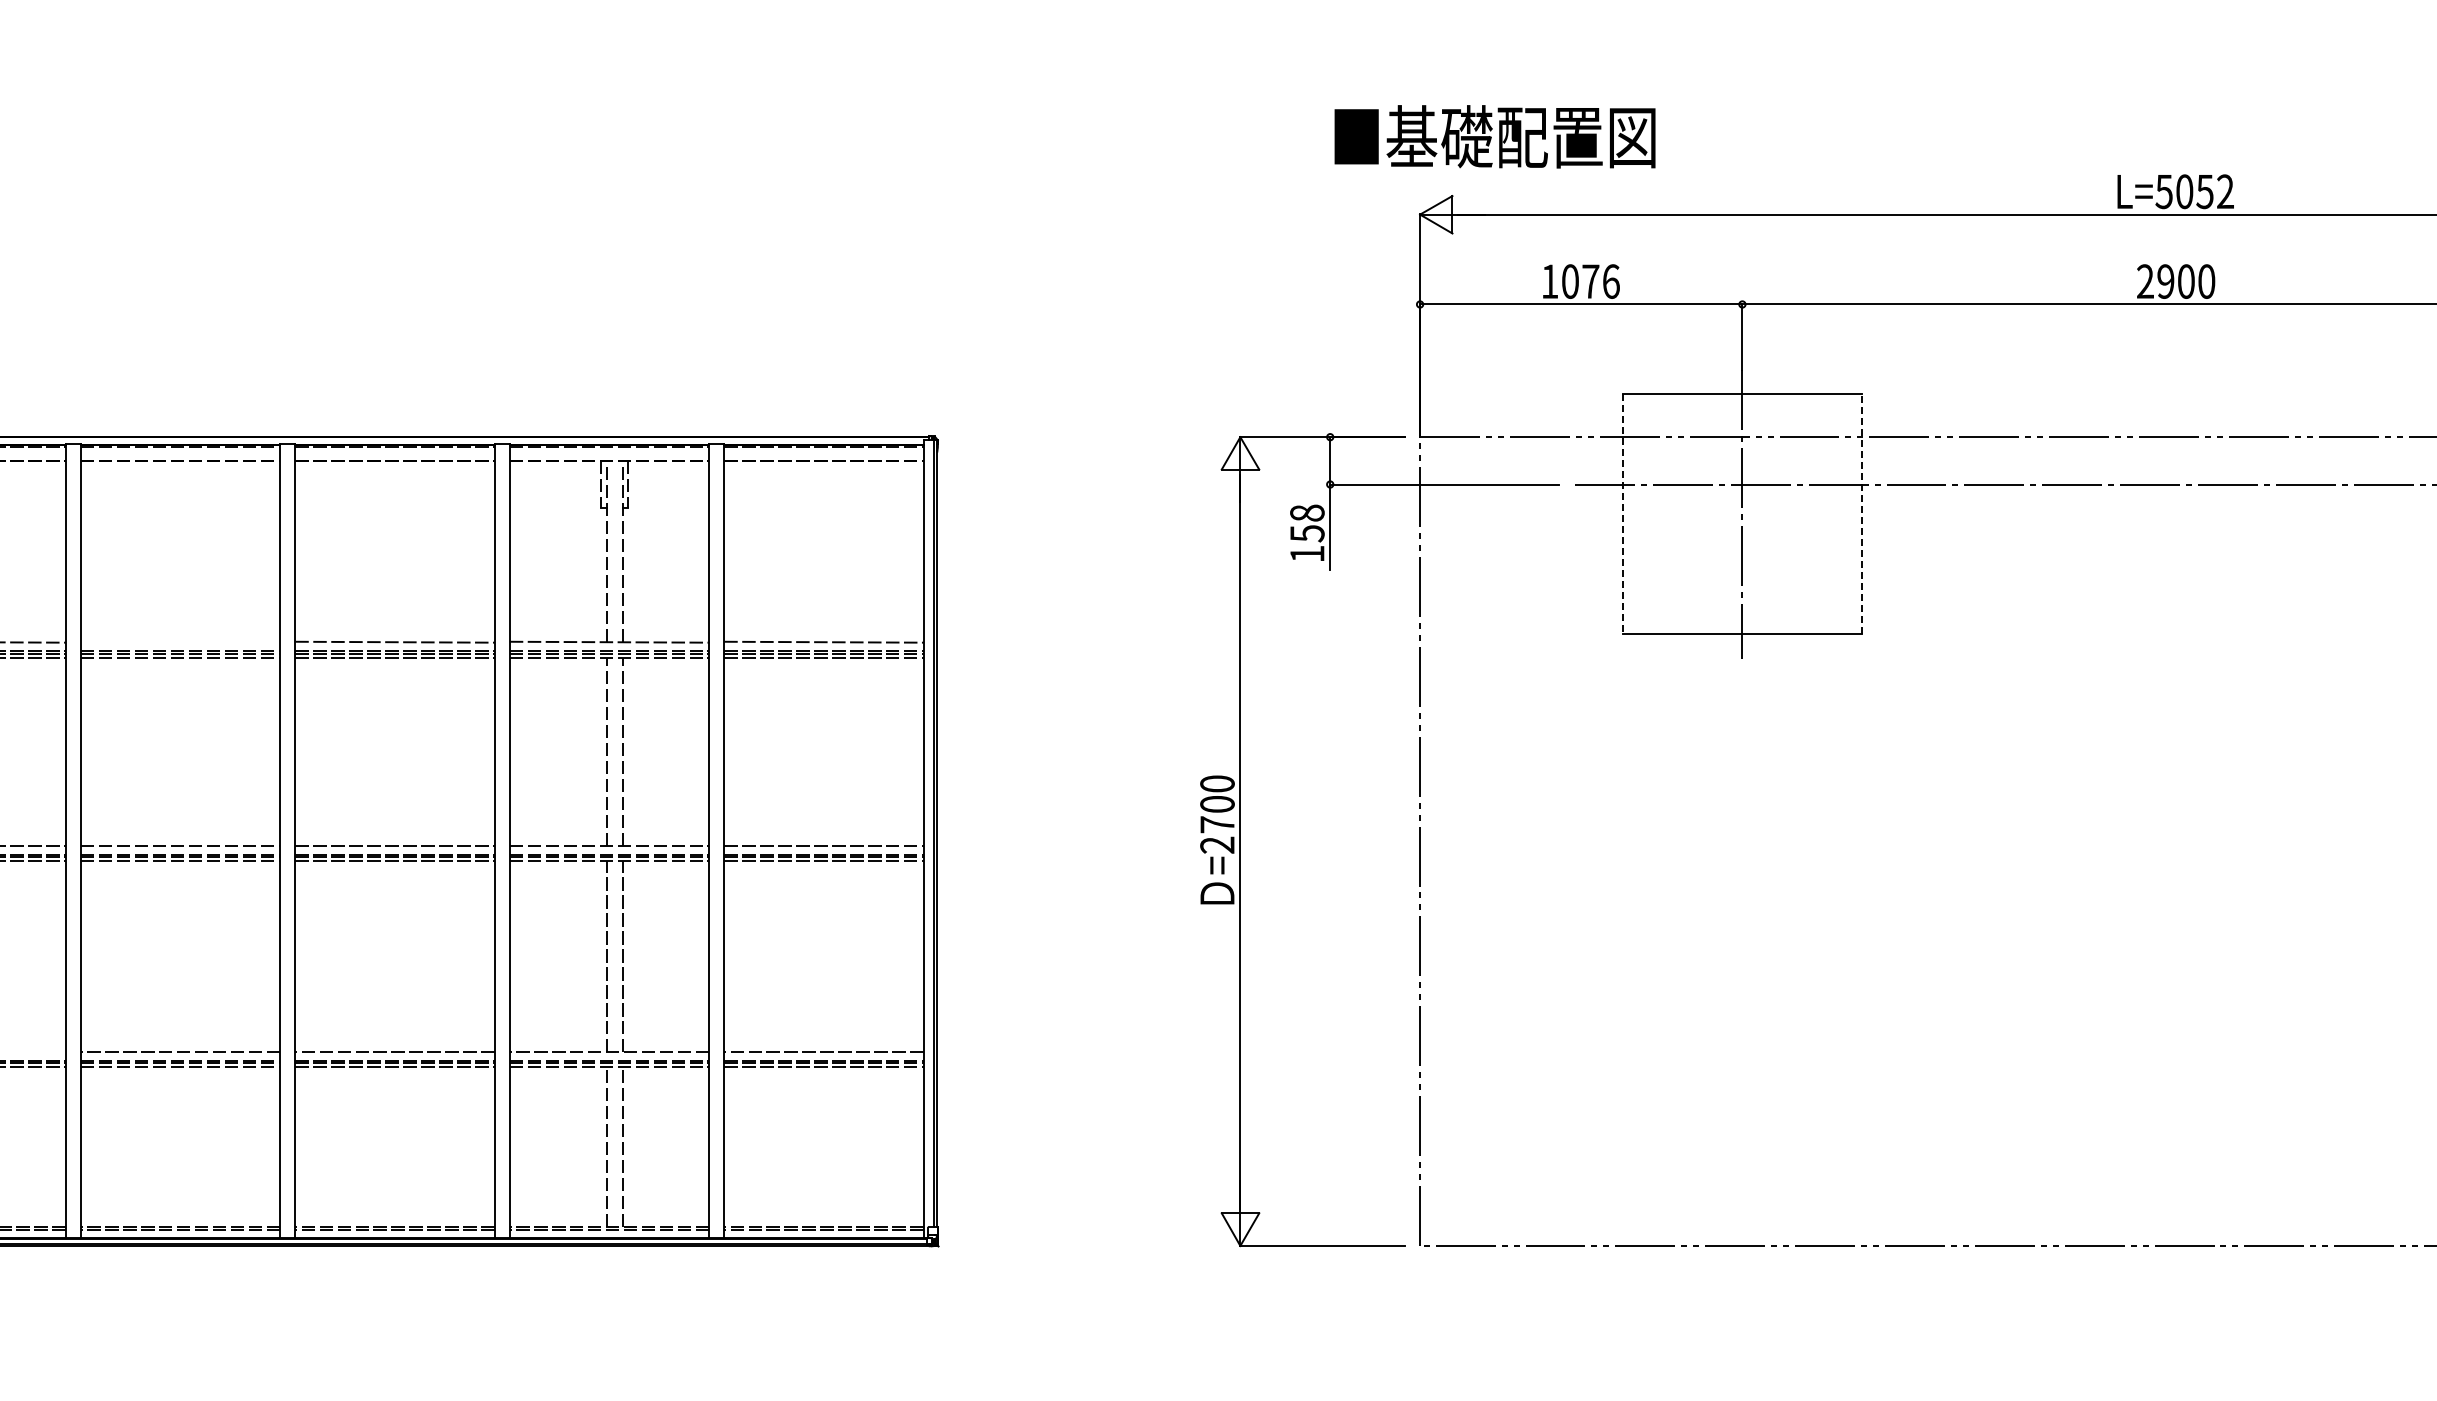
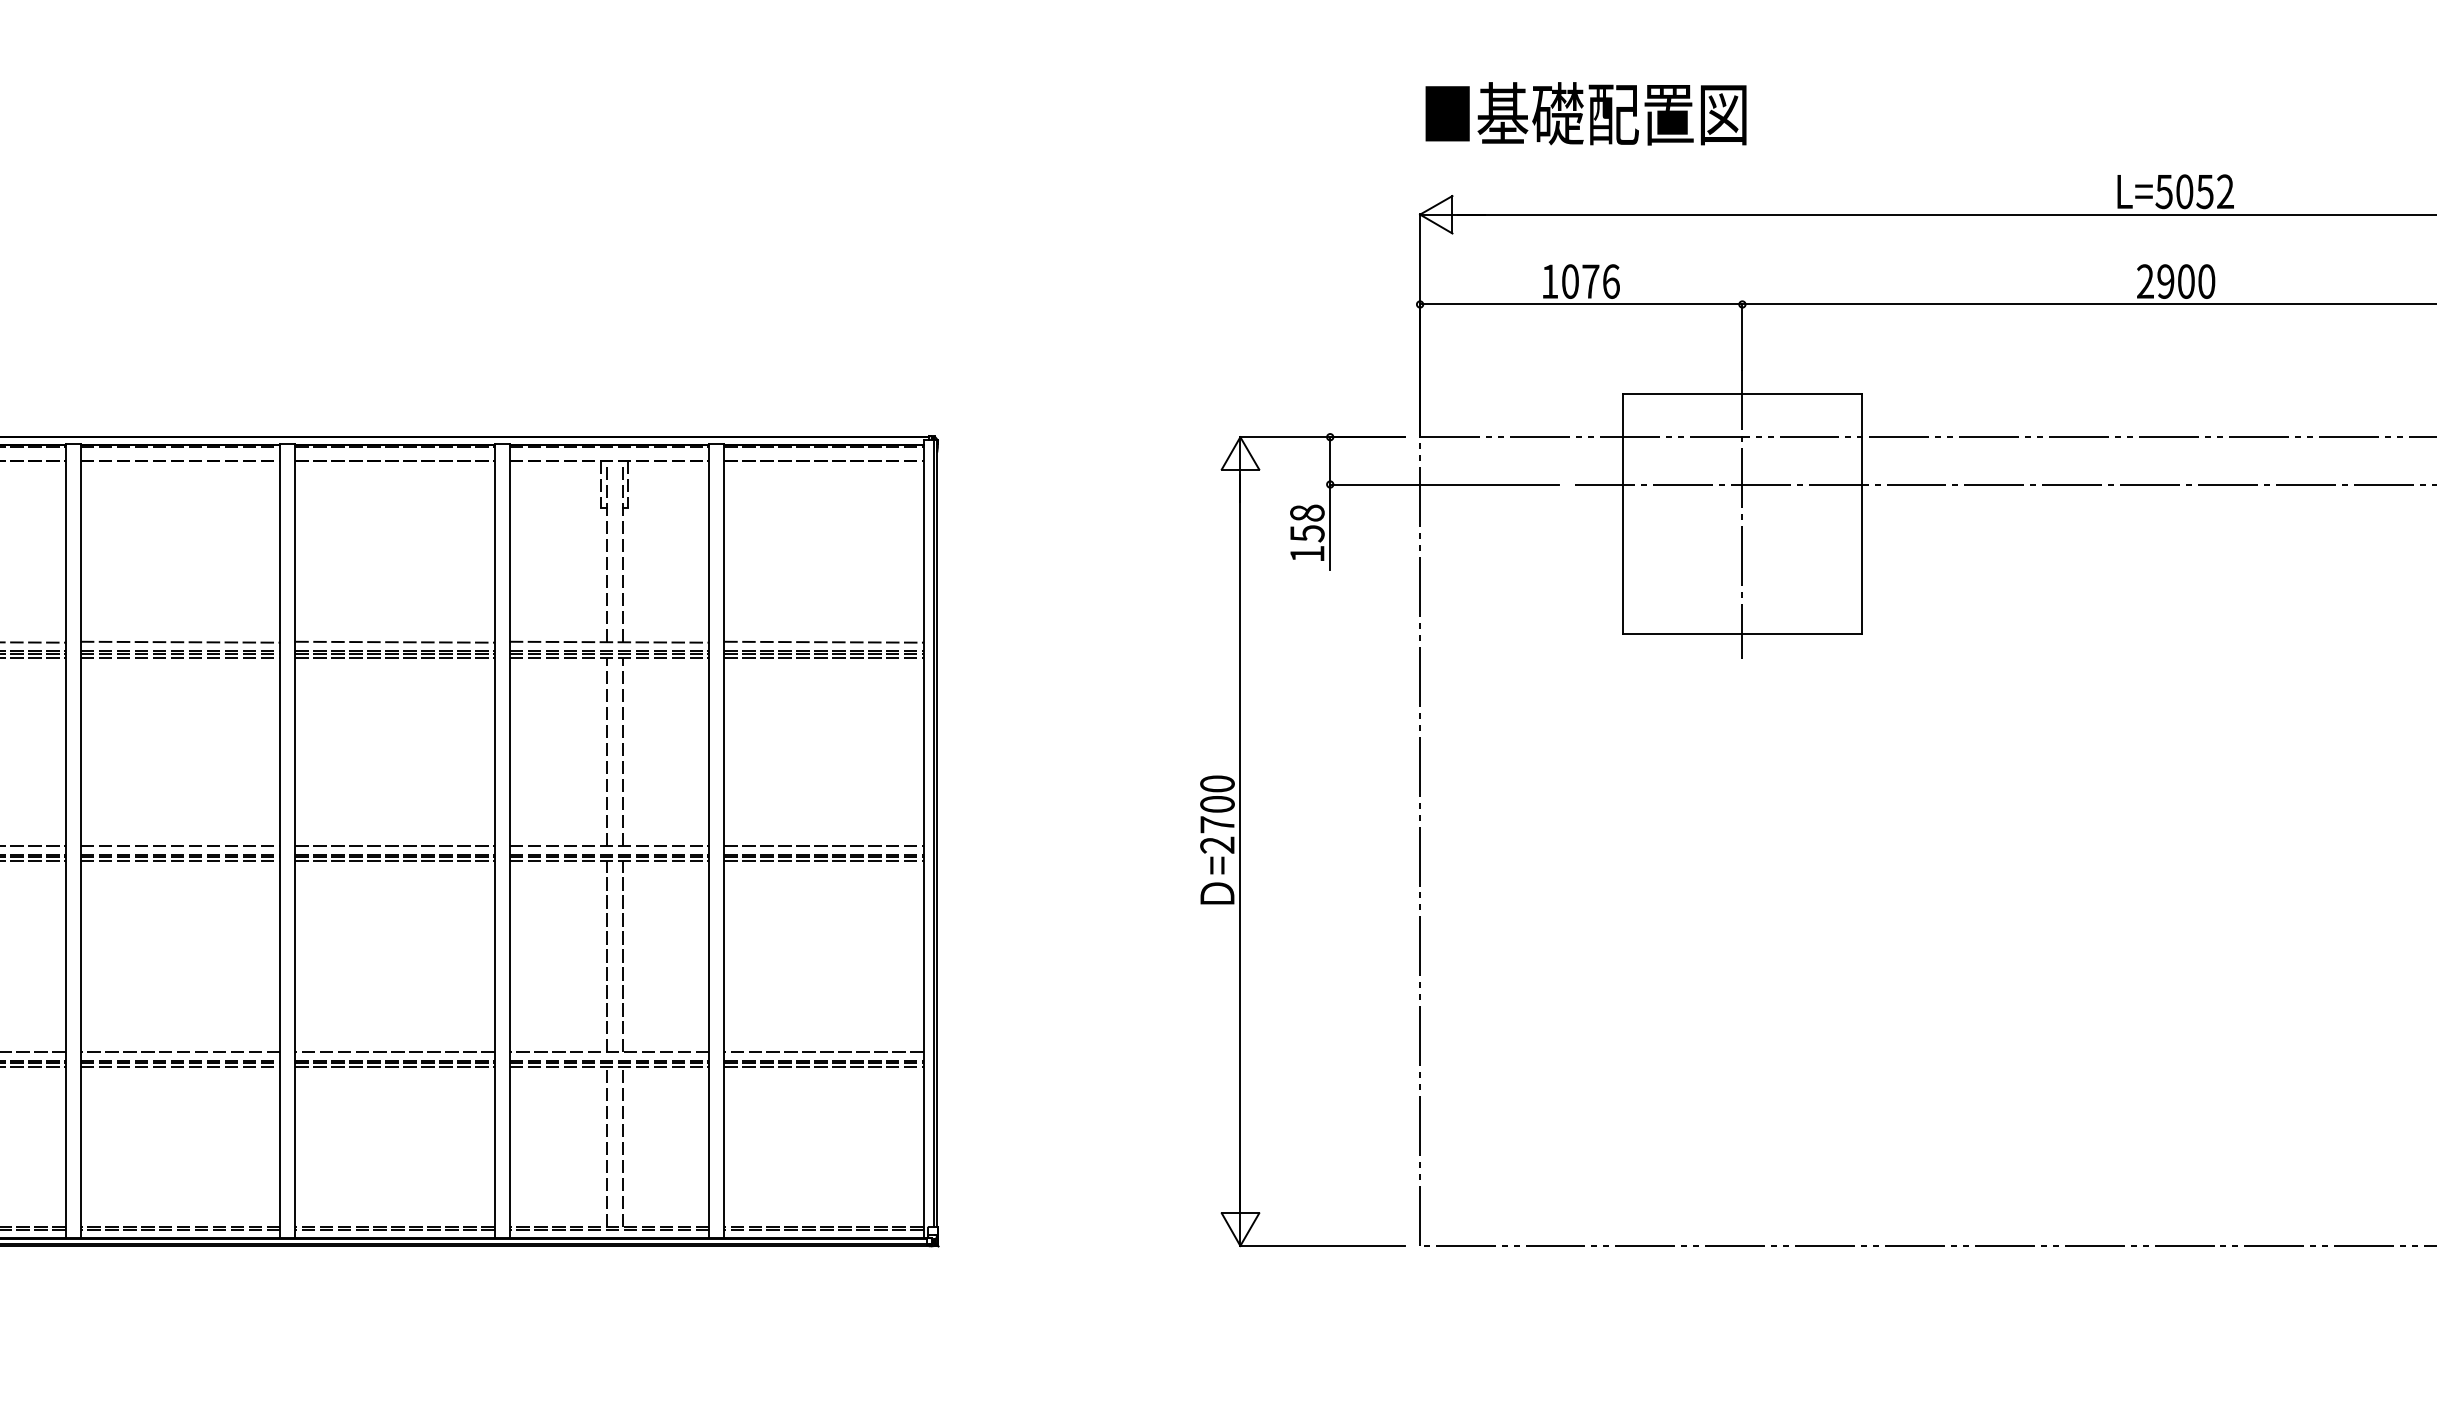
text at (1494, 136) position: (1494, 136) -> (1585, 113)
line at (1622, 514): dashed -> solid
line at (1862, 514): dashed -> solid
line at (180, 641): none -> present
line at (33, 1052): none -> present
